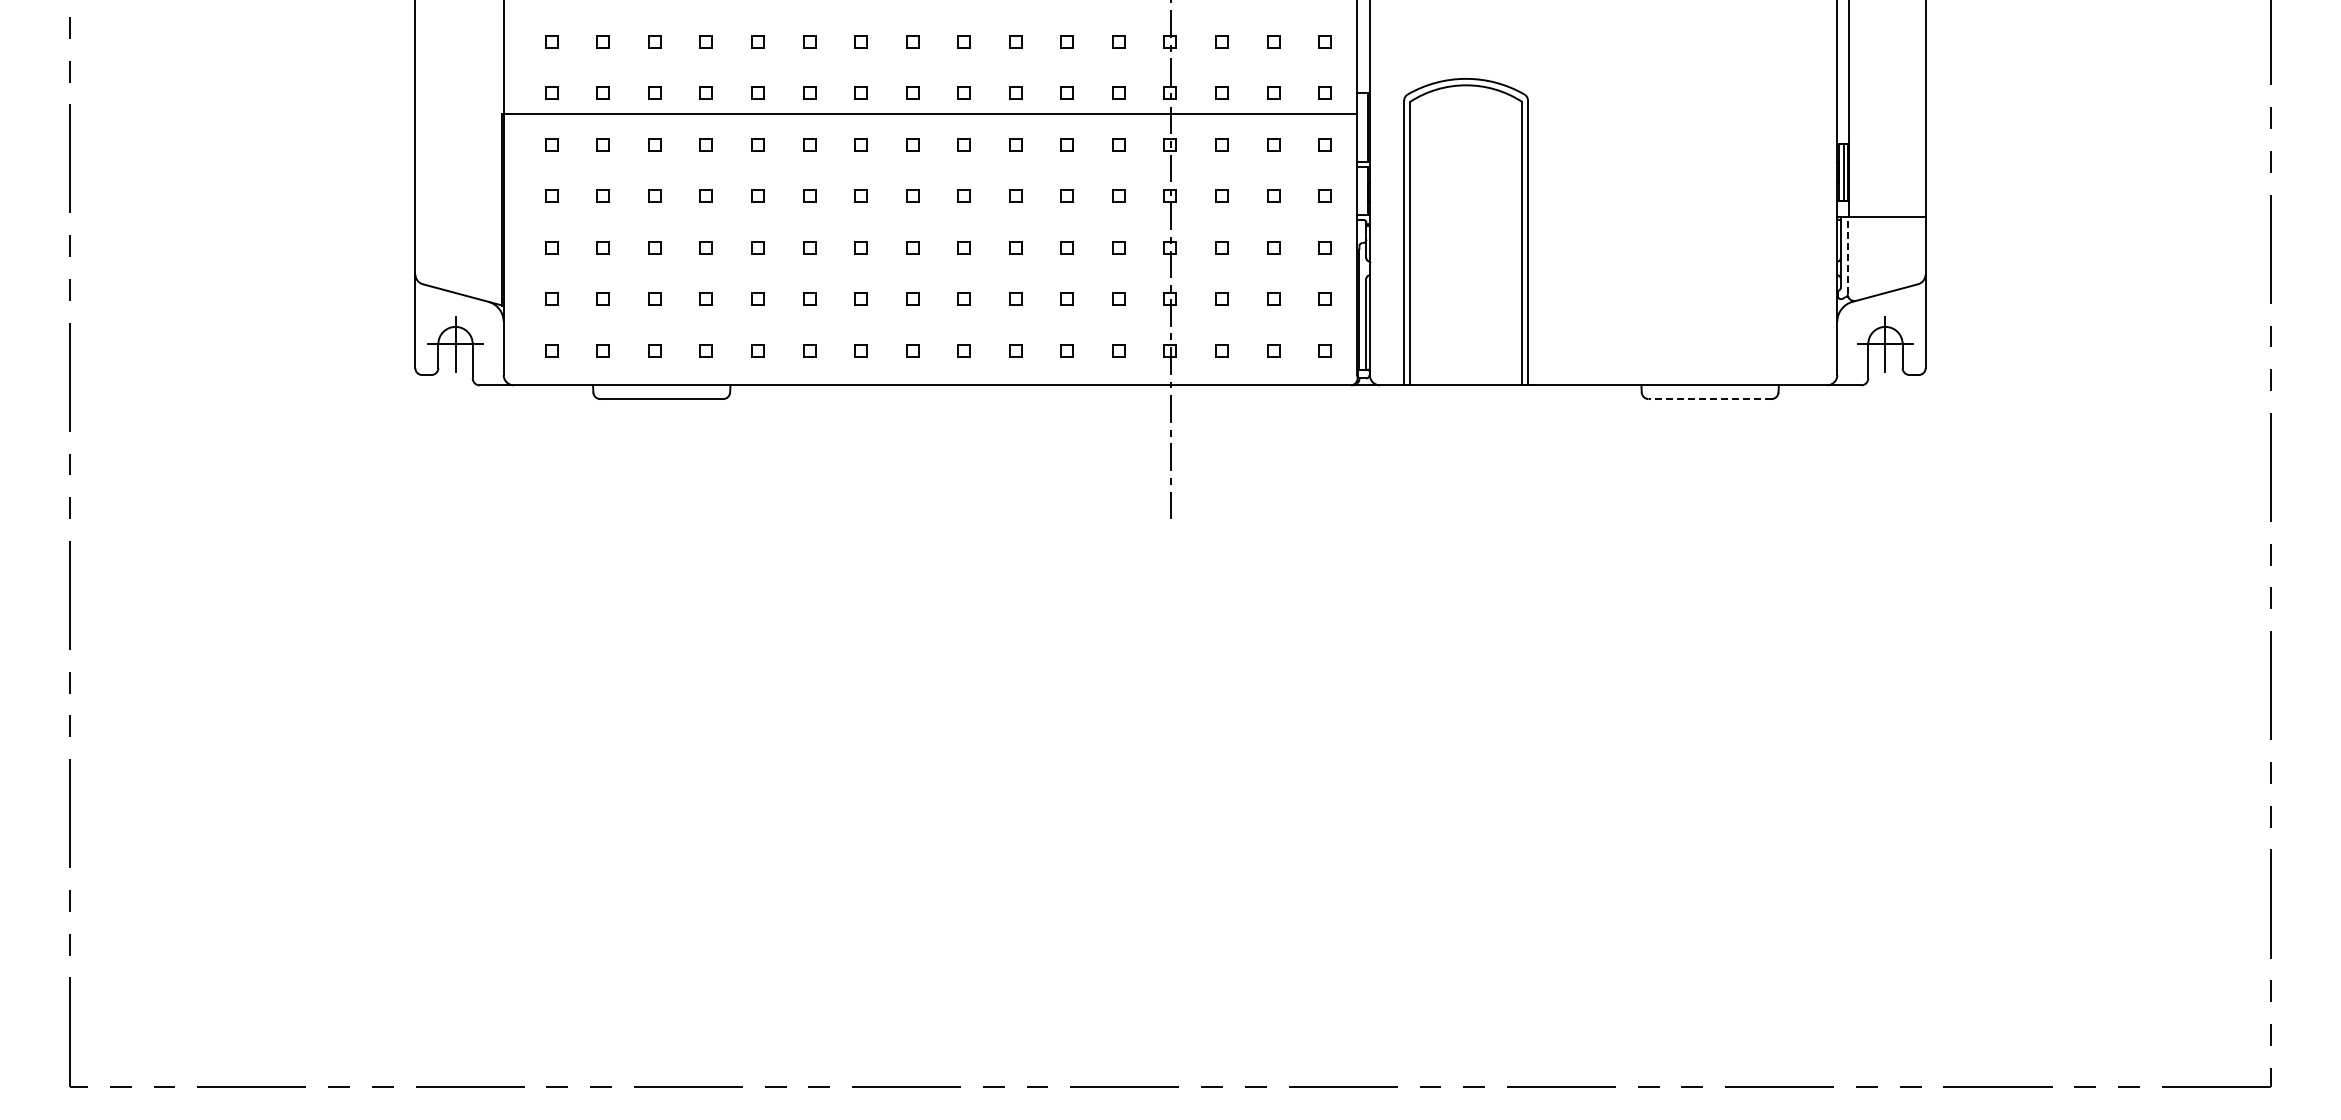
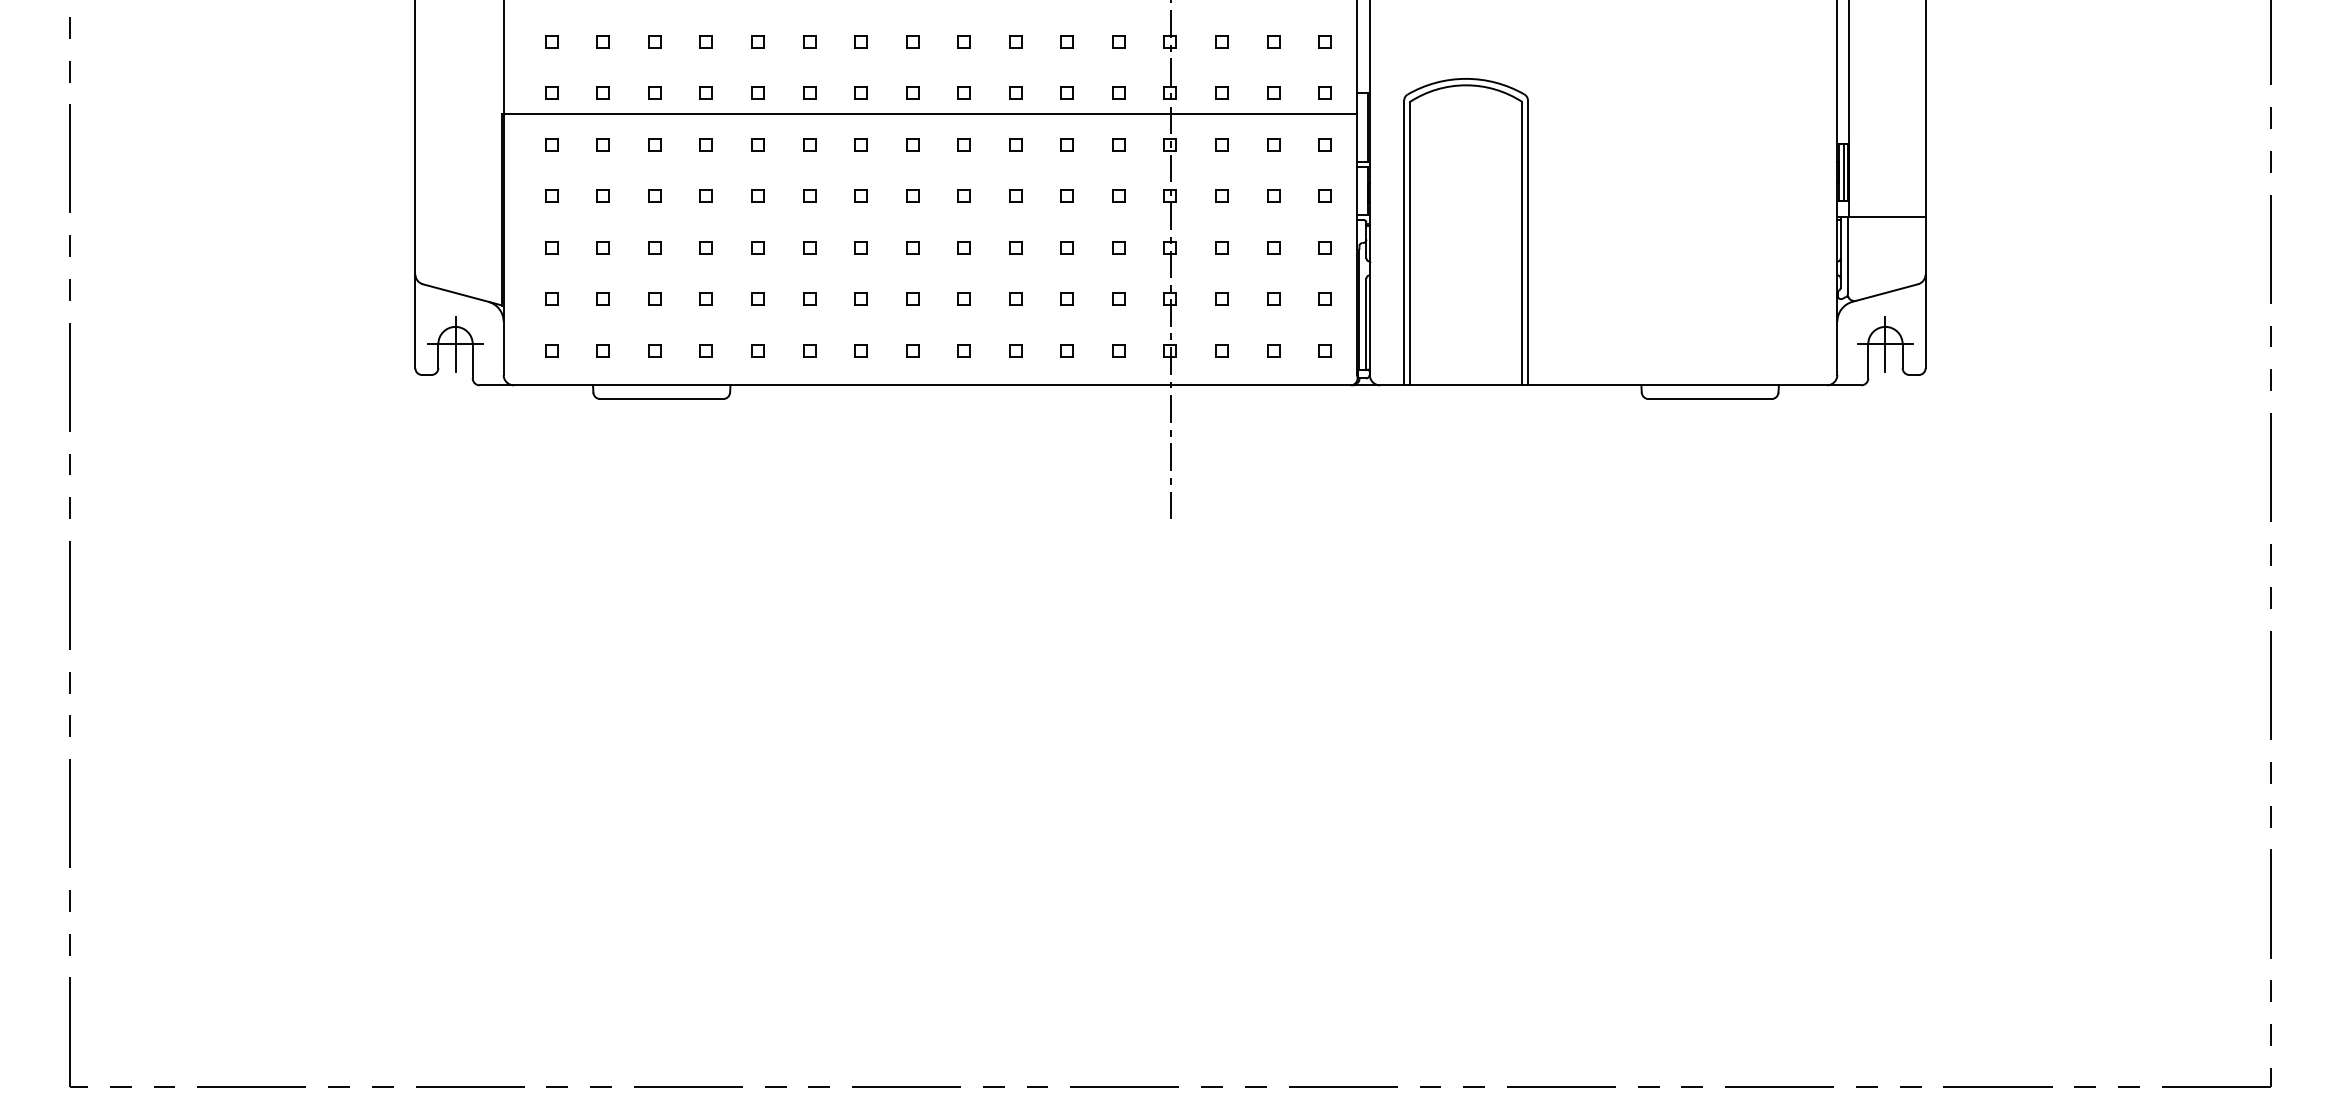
line at (1847, 255): dashed -> solid
line at (1709, 399): dashed -> solid
